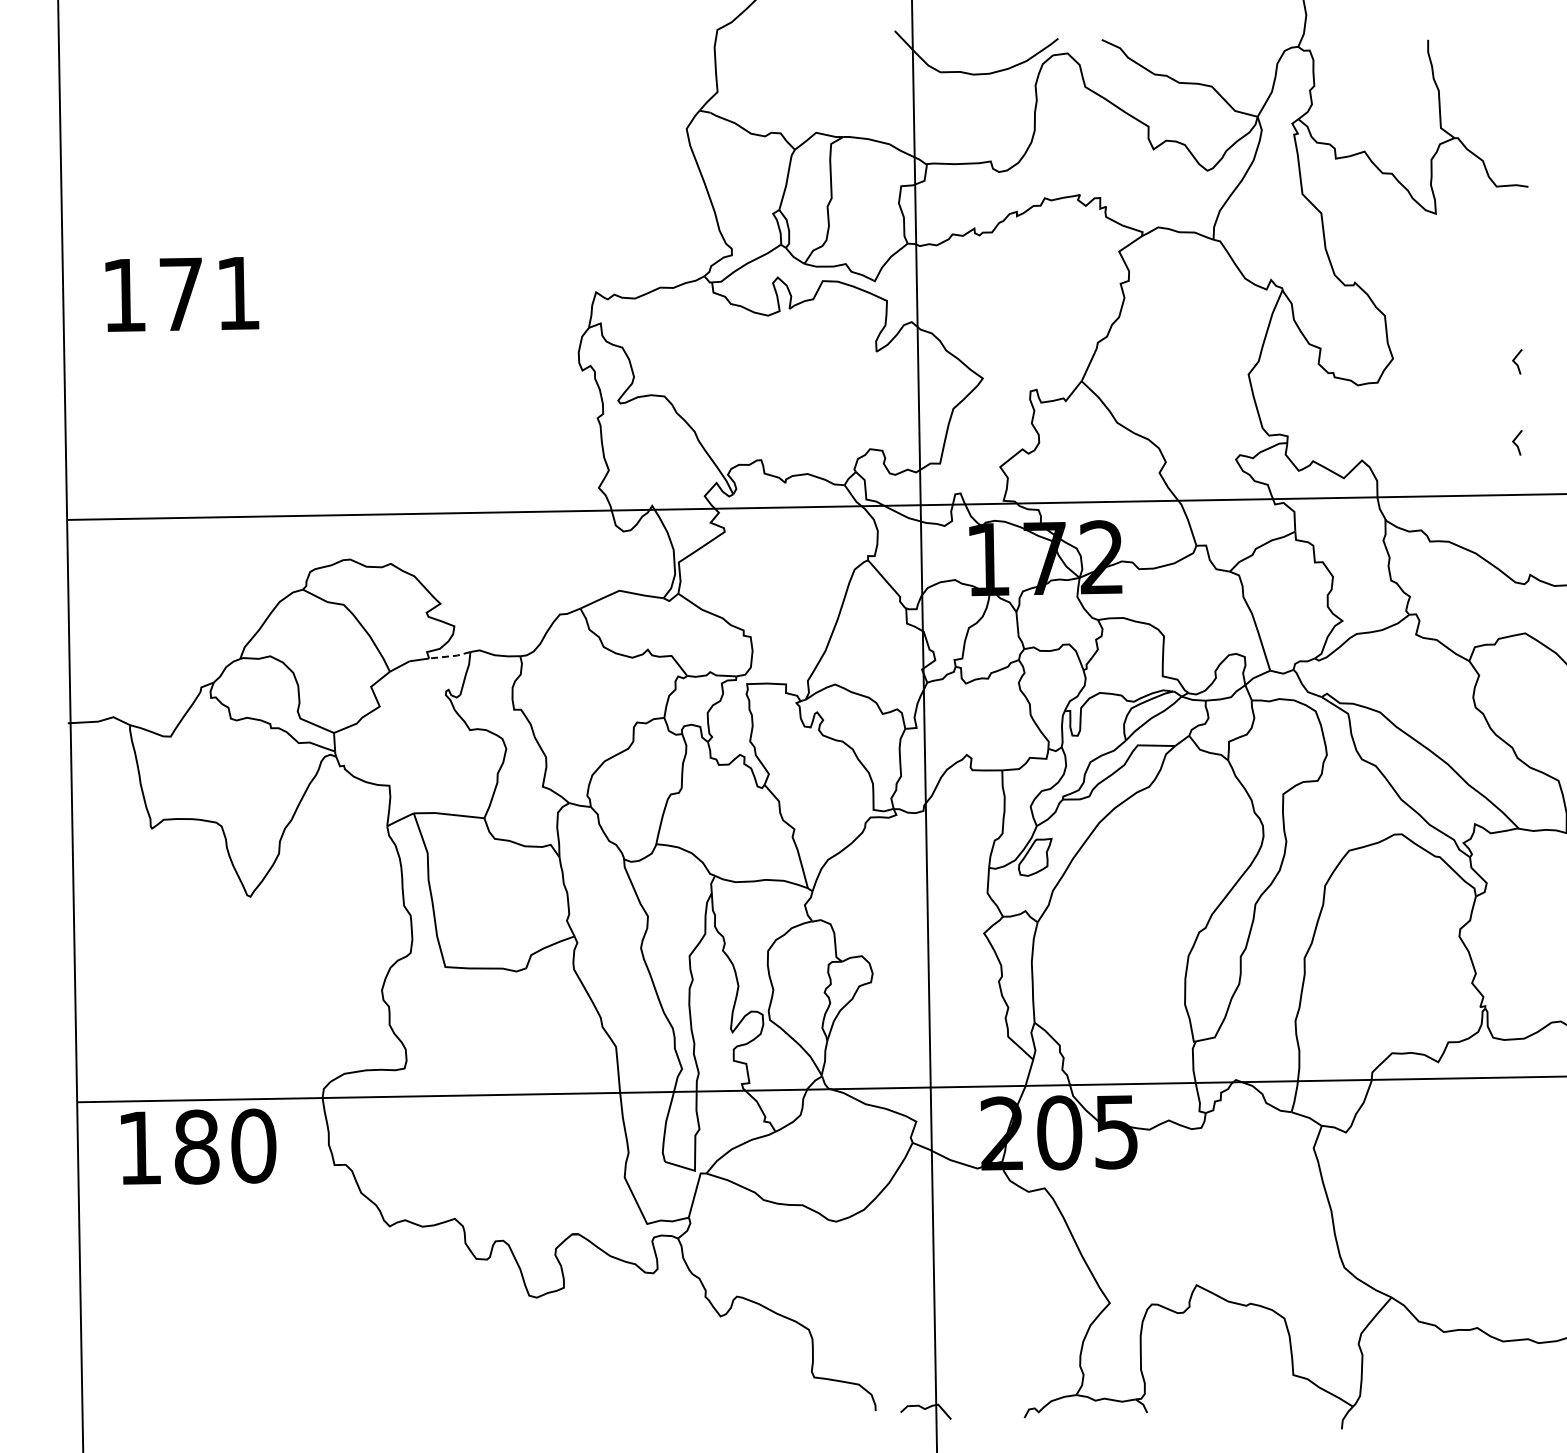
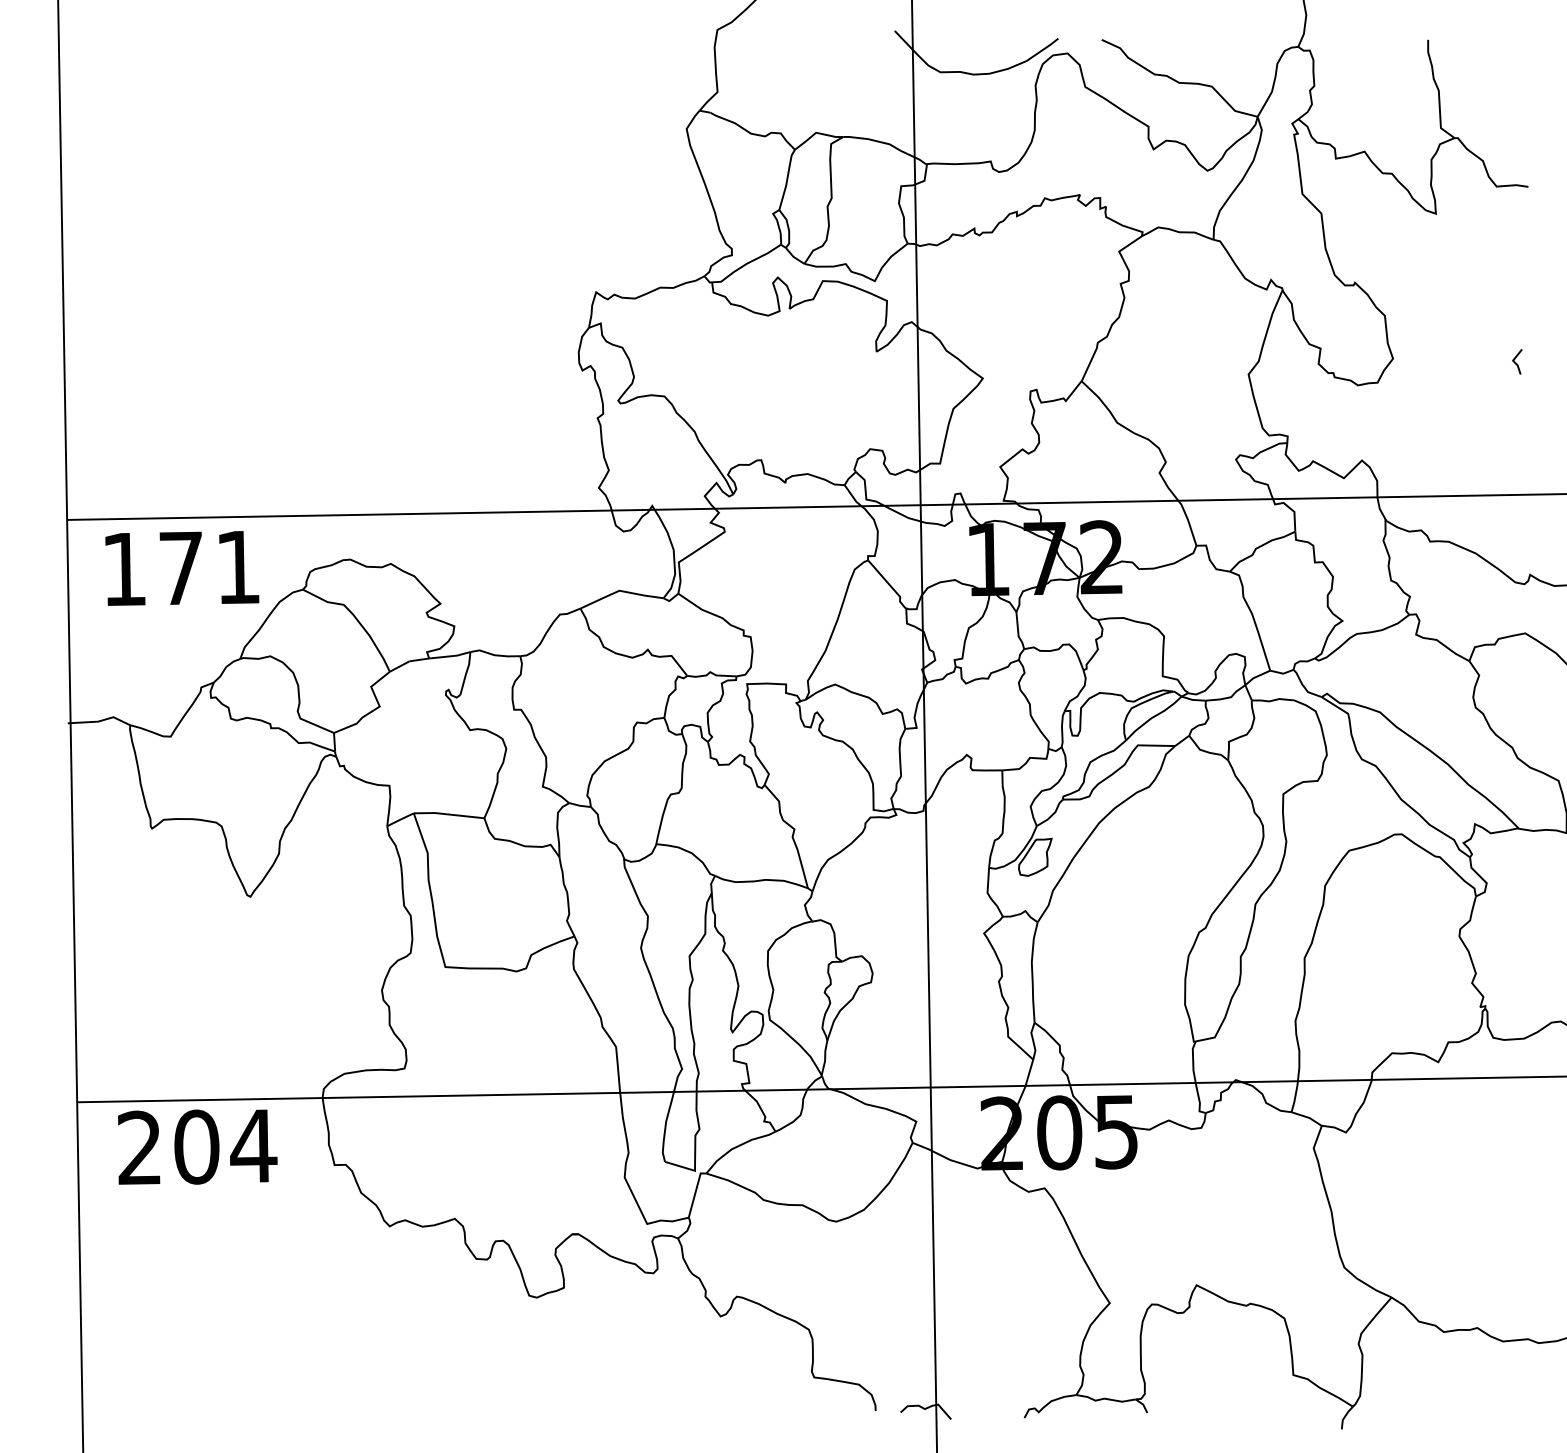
text at (182, 294) position: (182, 294) -> (182, 568)
line at (1516, 443): present -> none
line at (450, 656): dashed -> solid
text at (197, 1146): 180 -> 204
